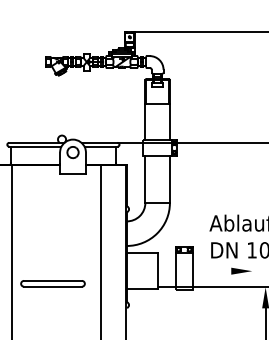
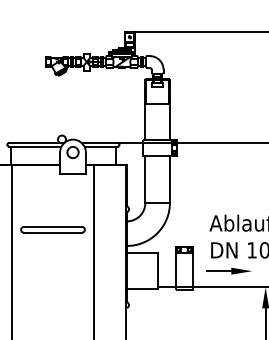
line at (100, 250) position: (100, 250) -> (93, 250)
line at (219, 271): none -> present
part at (52, 283) position: (52, 283) -> (52, 229)
